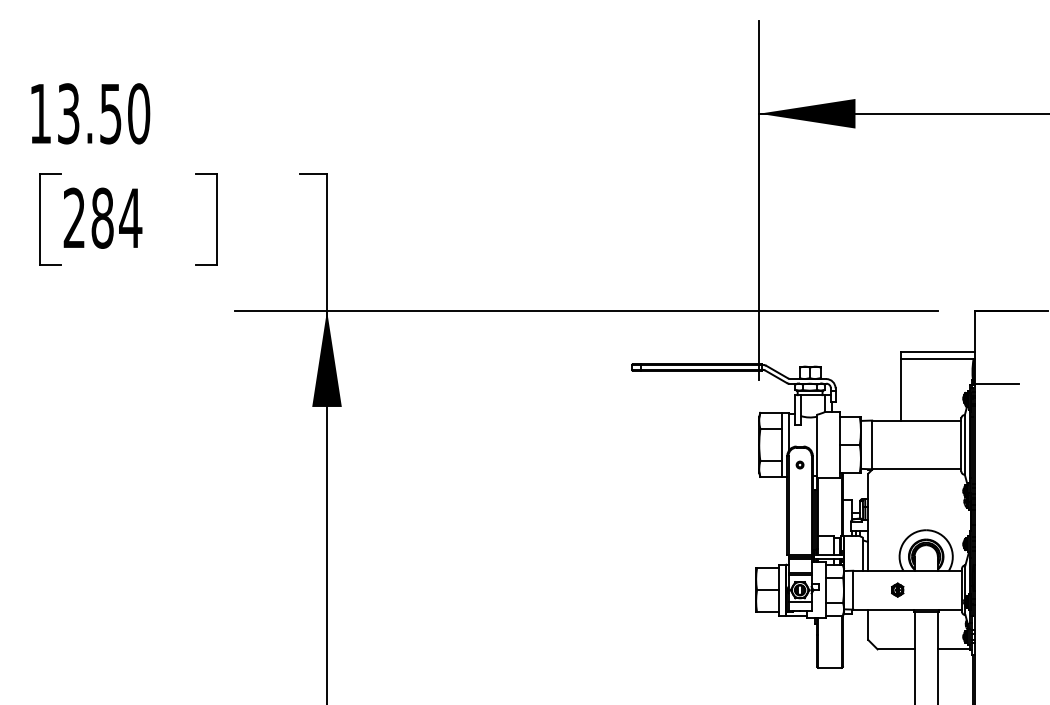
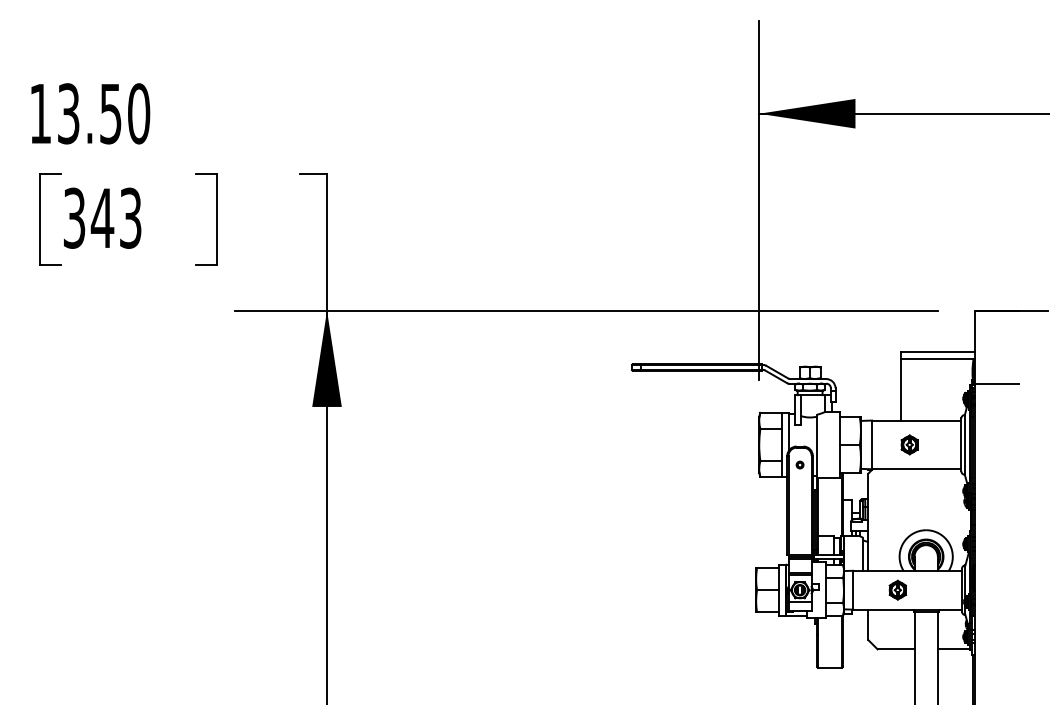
text at (102, 217): 284 -> 343
part at (909, 444): none -> present
part at (897, 589) size: 14x16 px -> 19x22 px
